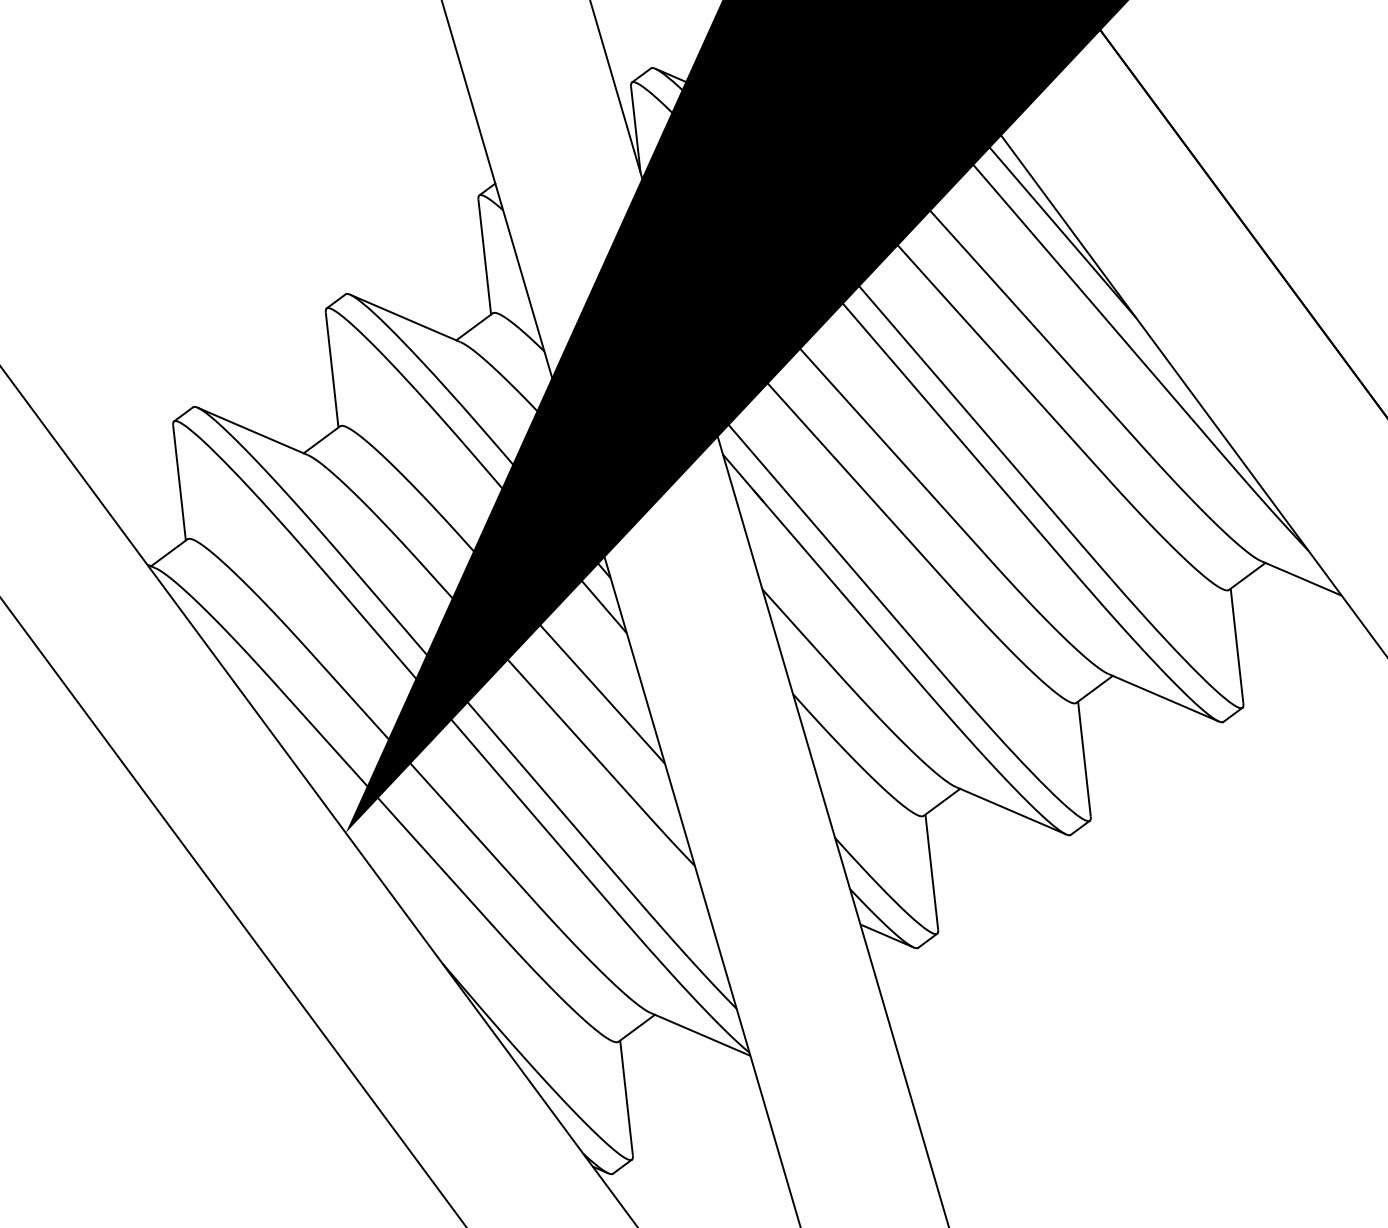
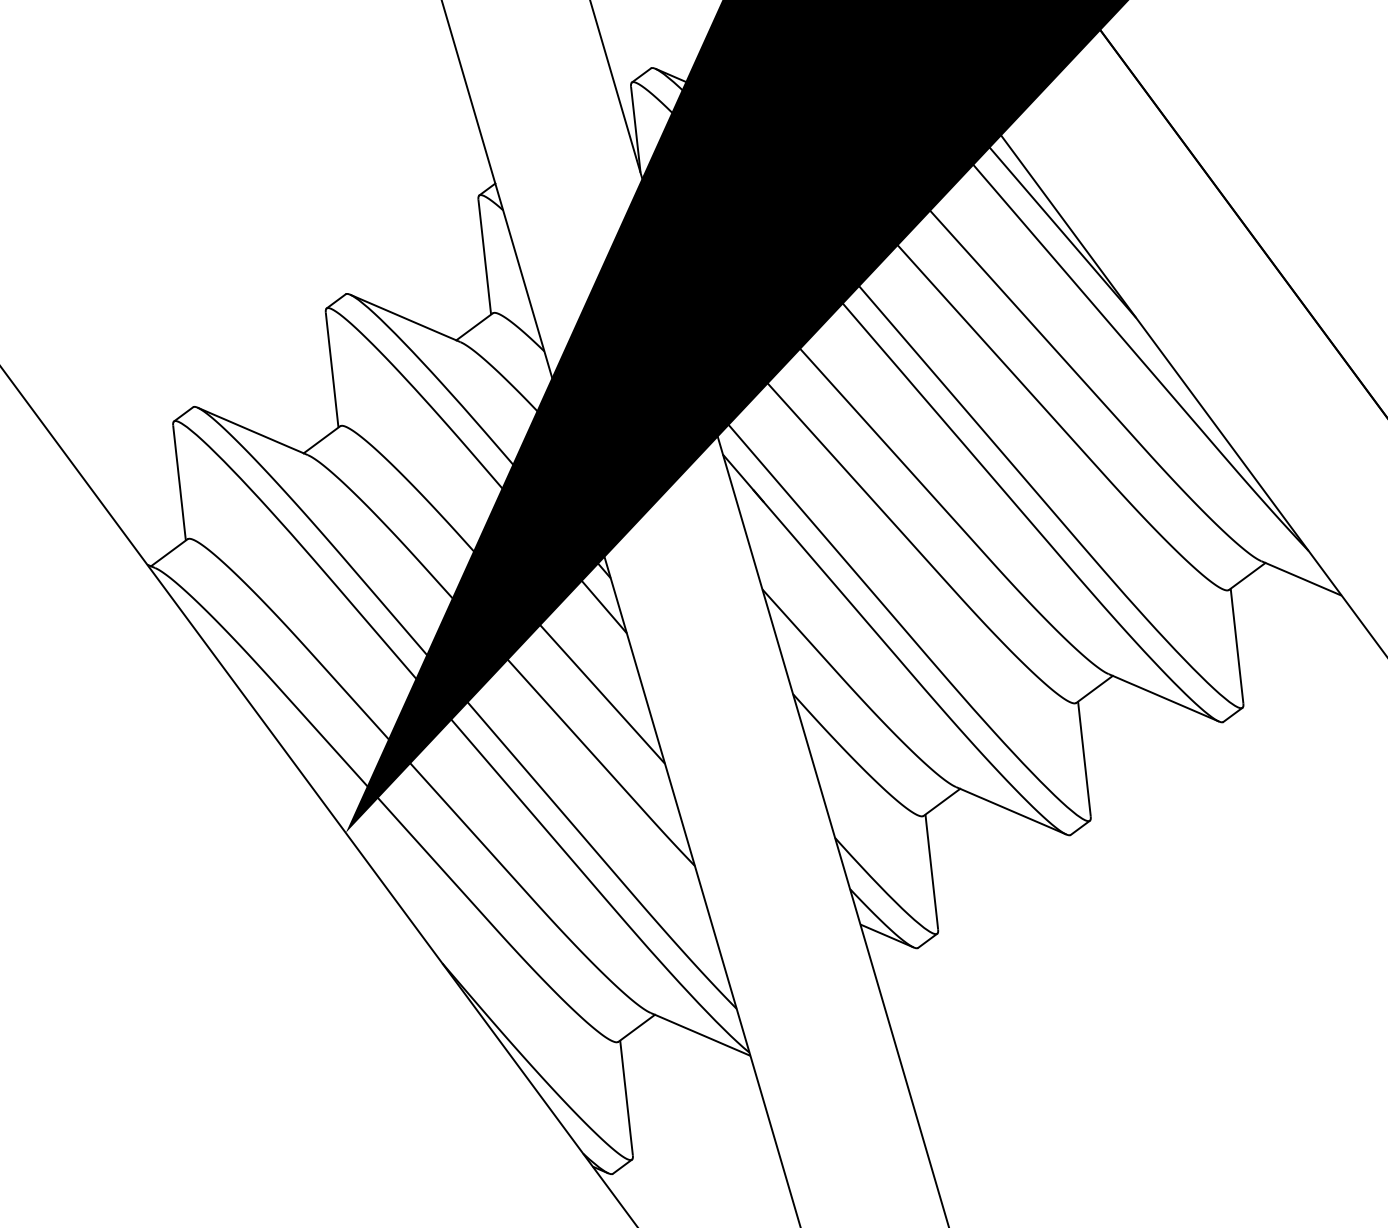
line at (233, 912): present -> none
